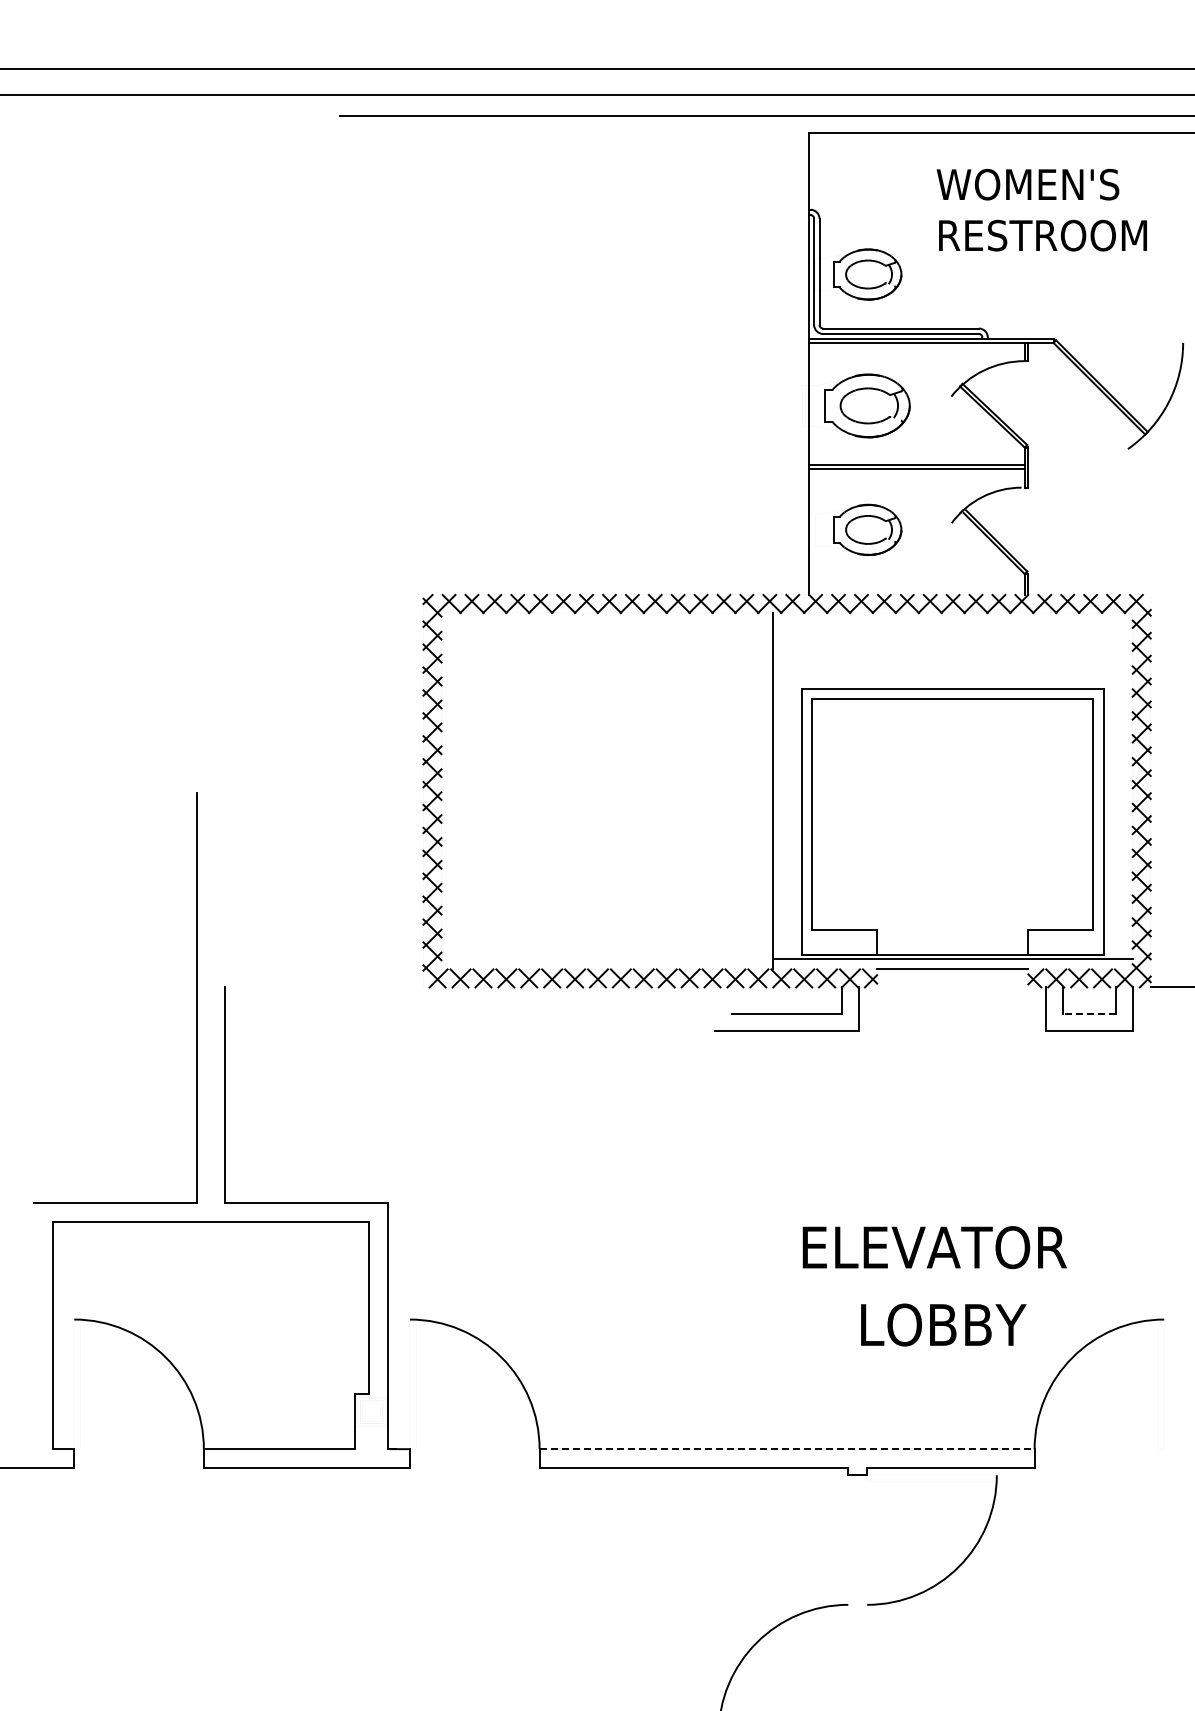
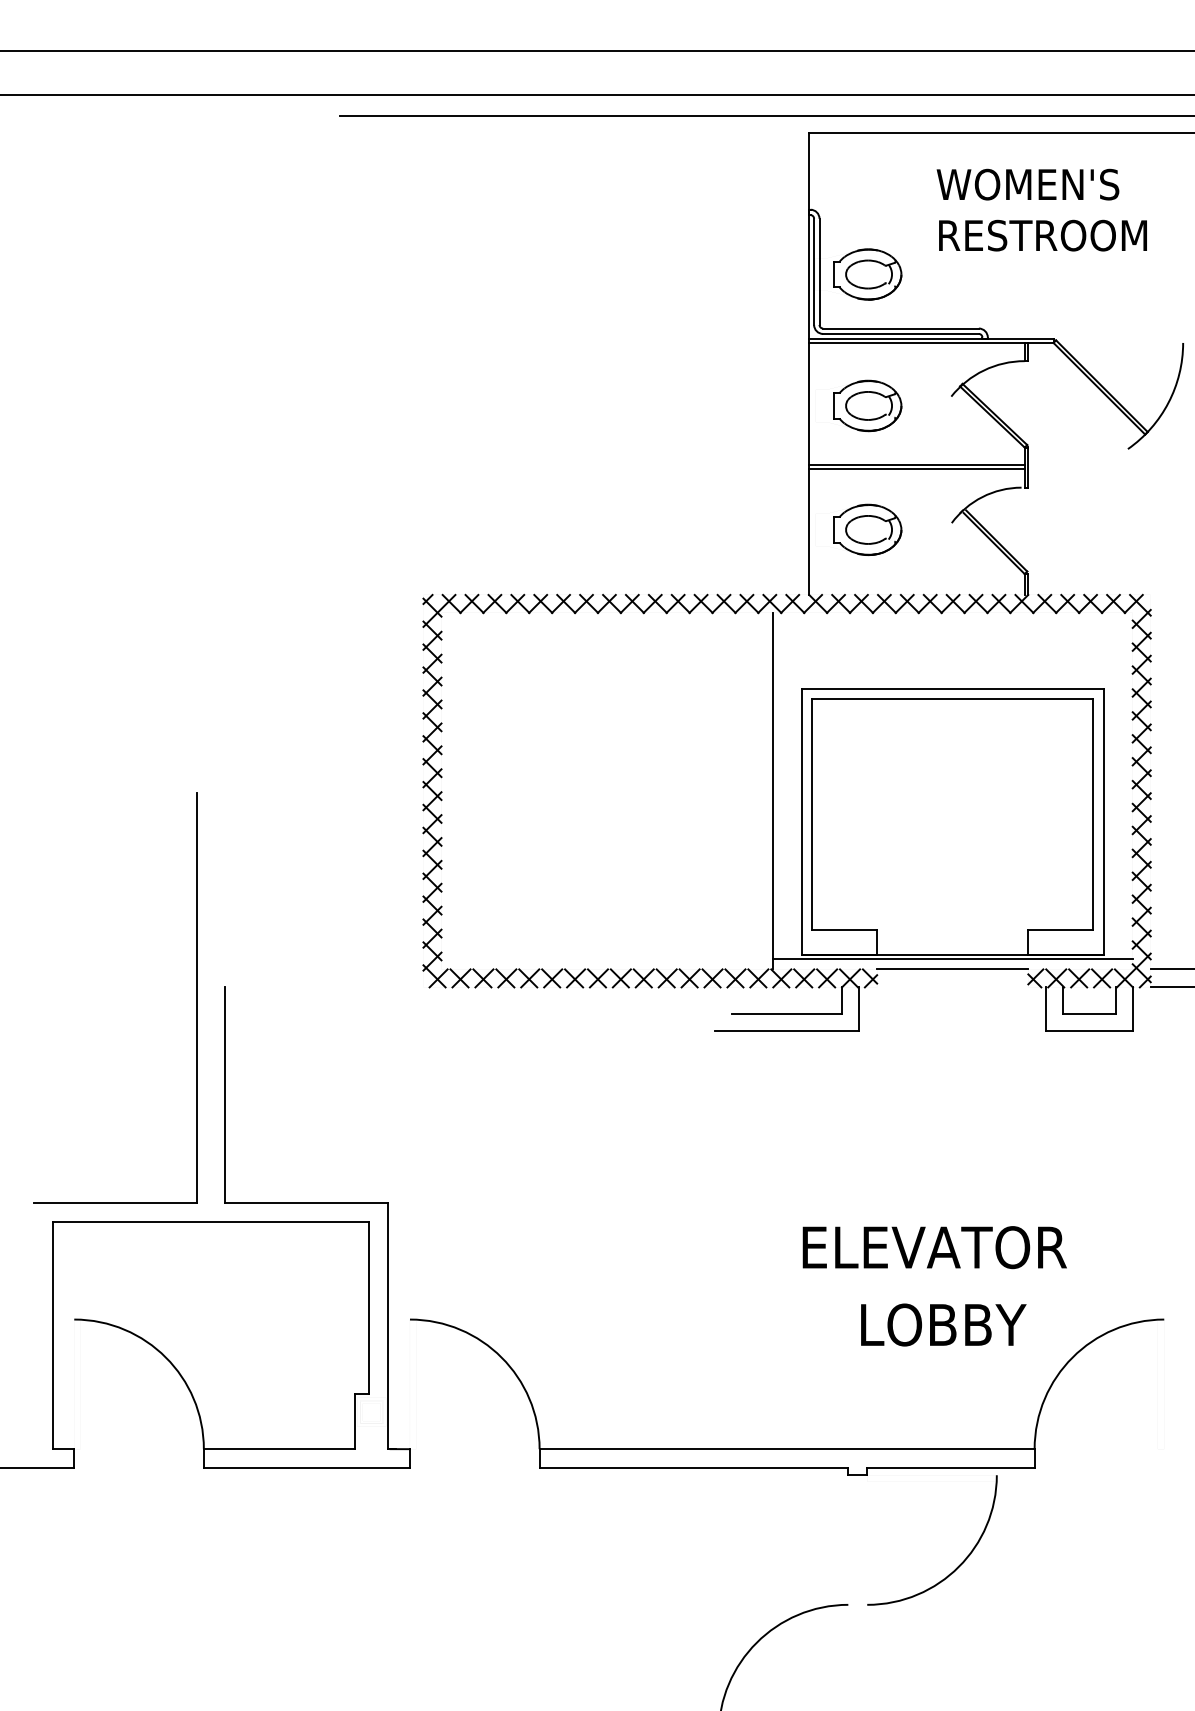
line at (596, 69) position: (596, 69) -> (596, 51)
part at (867, 405) size: 87x66 px -> 70x54 px
line at (1170, 968): none -> present
line at (1089, 1013): dashed -> solid
line at (787, 1449): dashed -> solid
